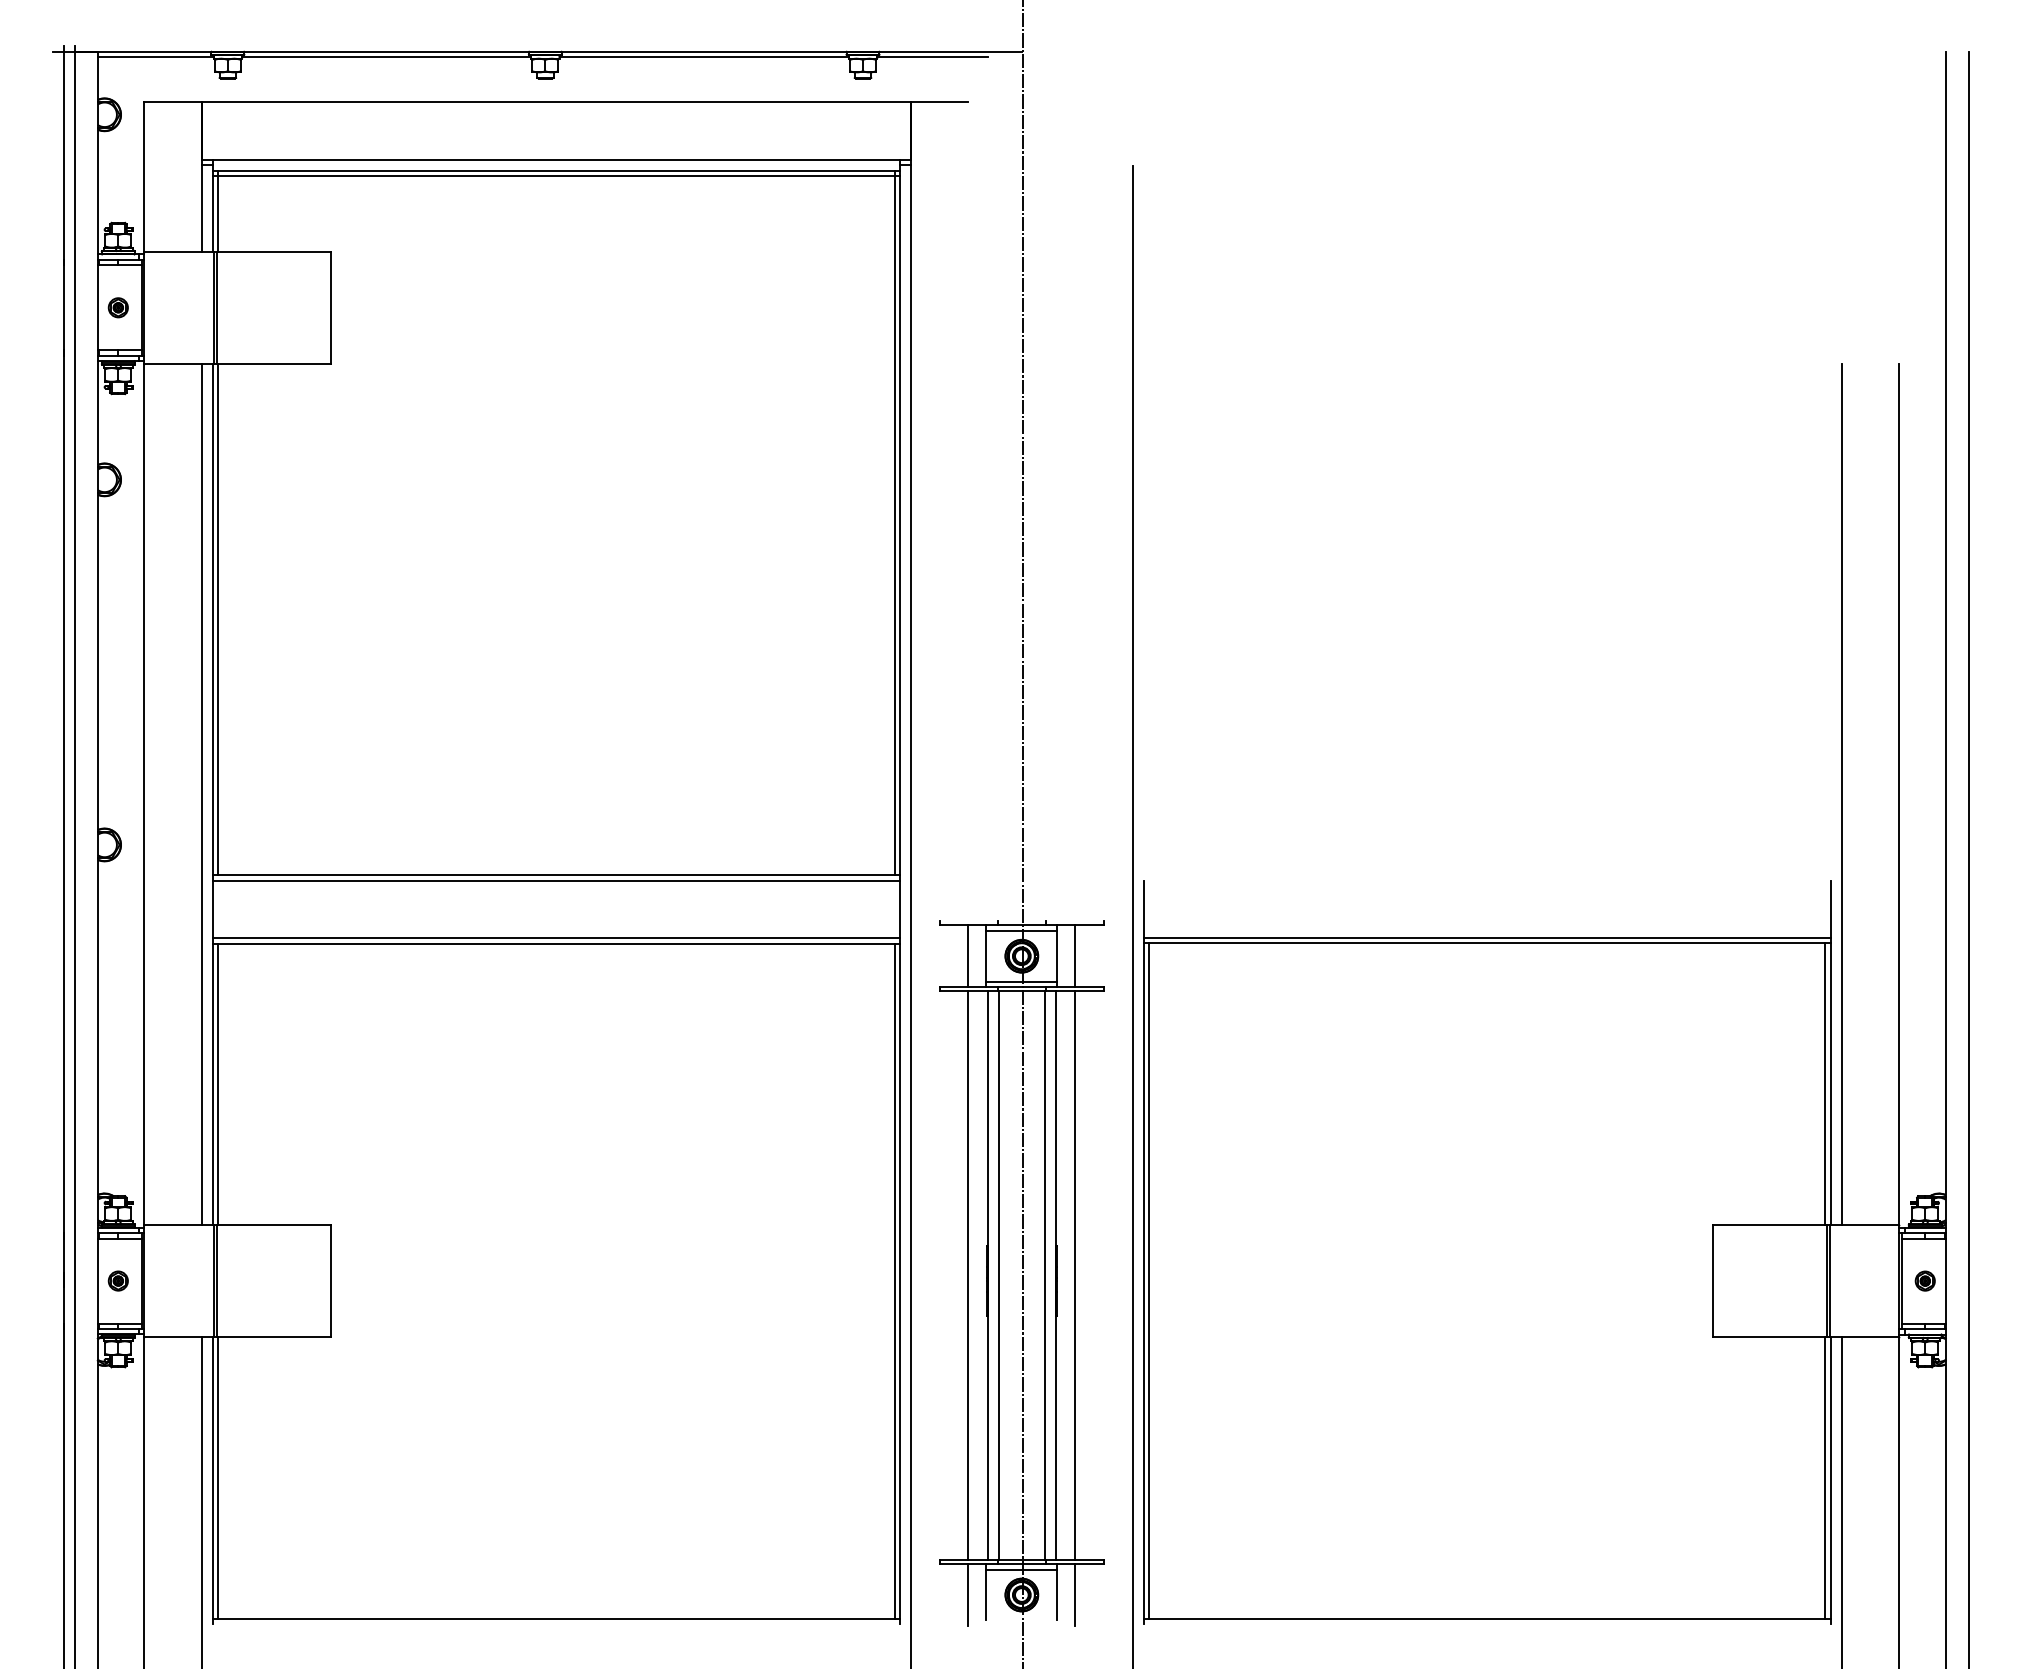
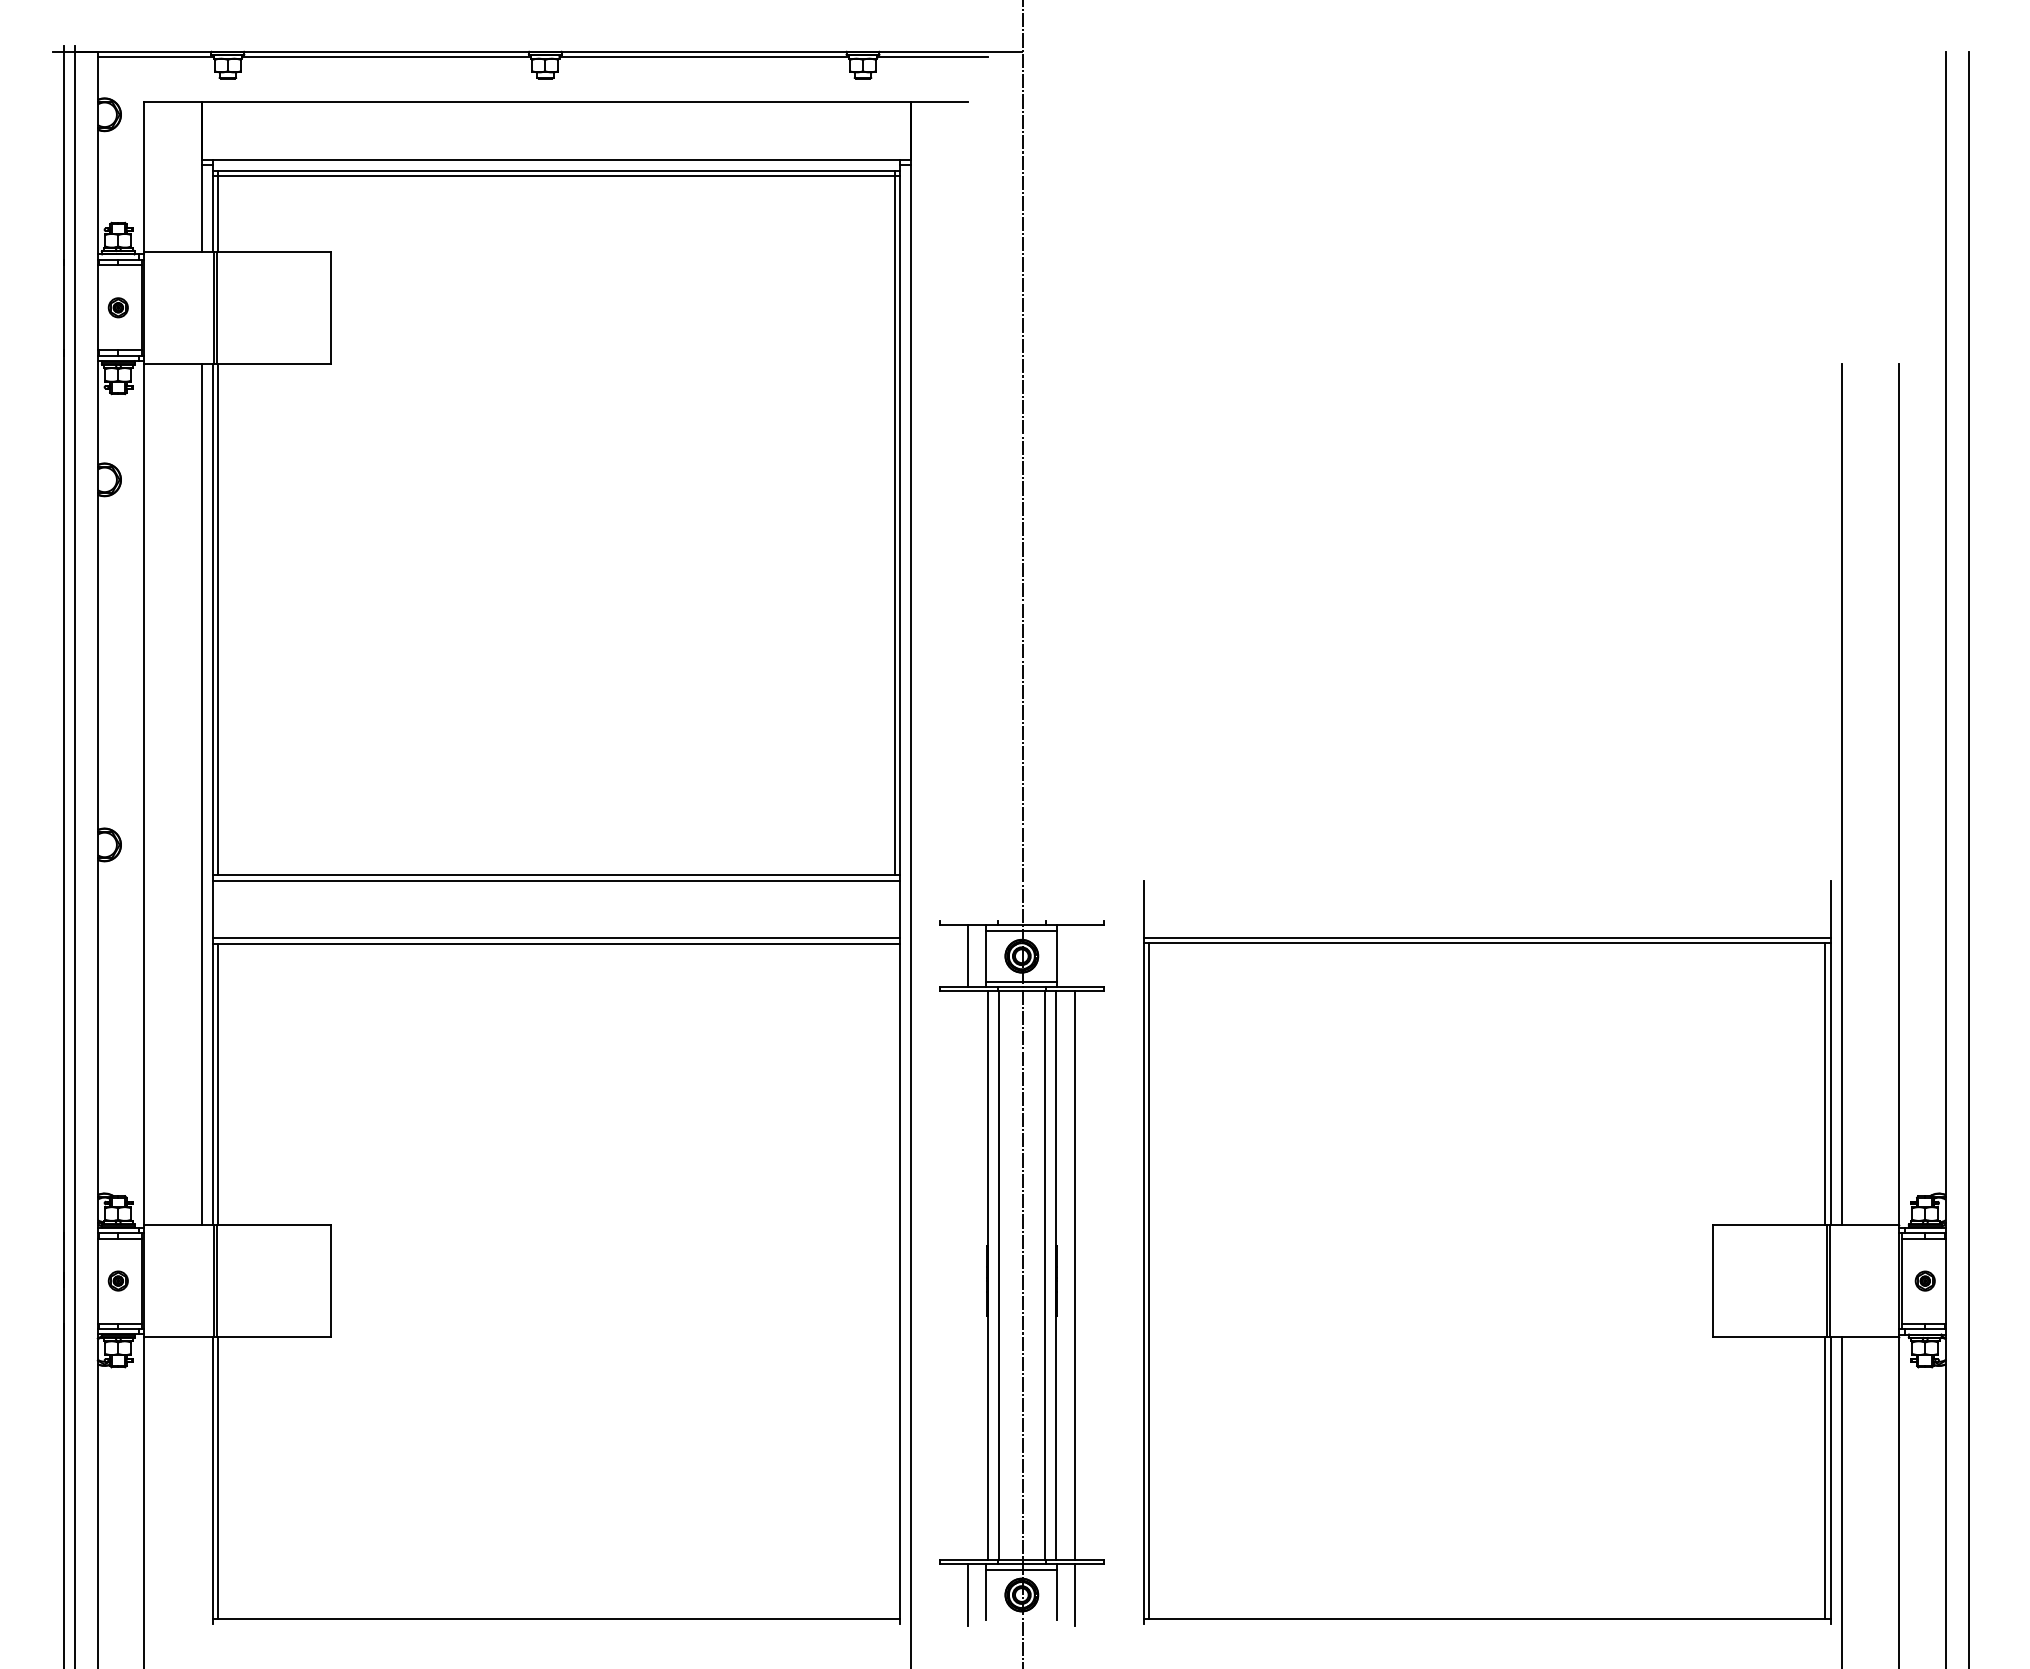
line at (1132, 915): present -> none
line at (1075, 956): present -> none
line at (968, 1275): present -> none
line at (894, 1280): present -> none
line at (201, 1501): present -> none
